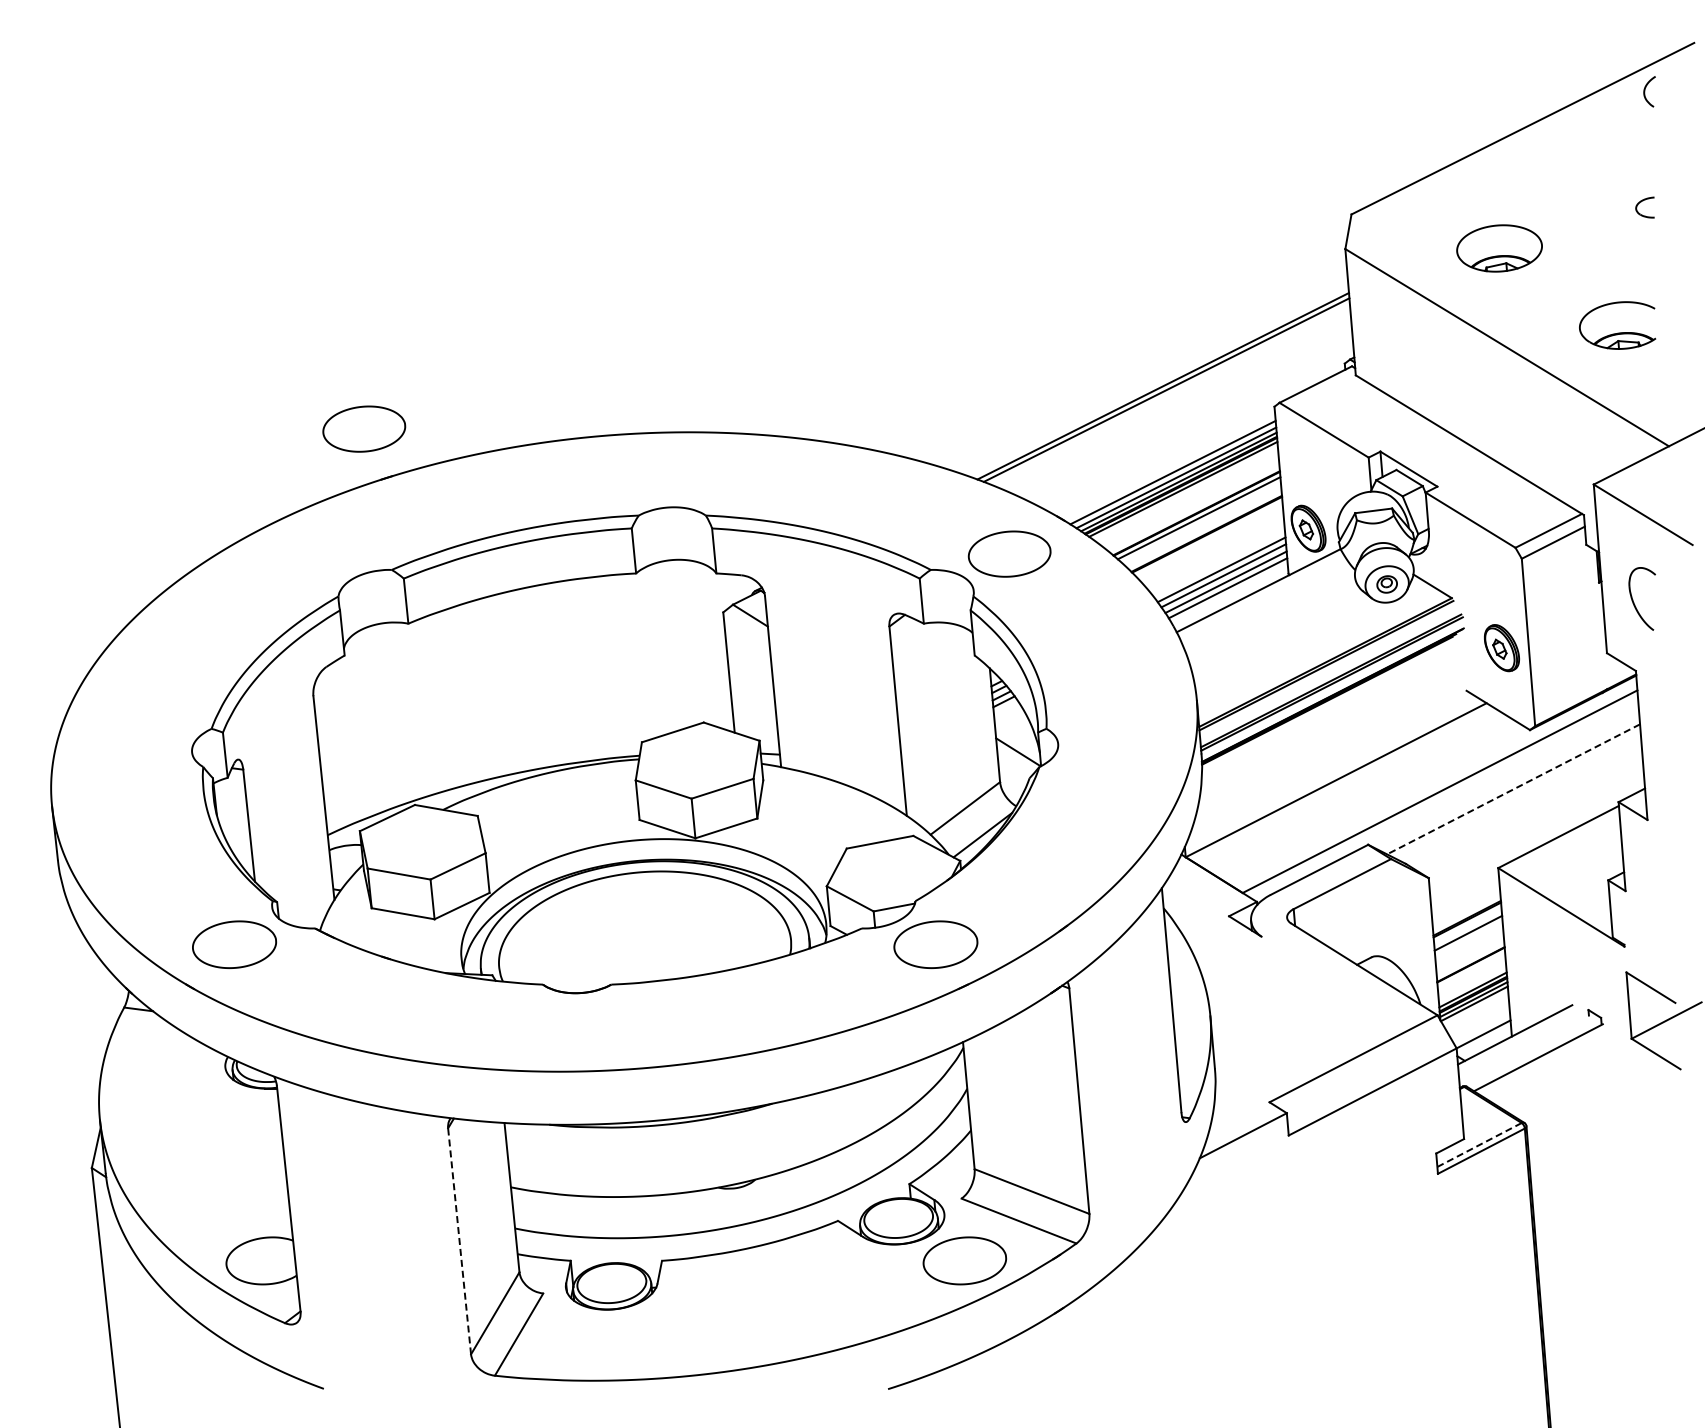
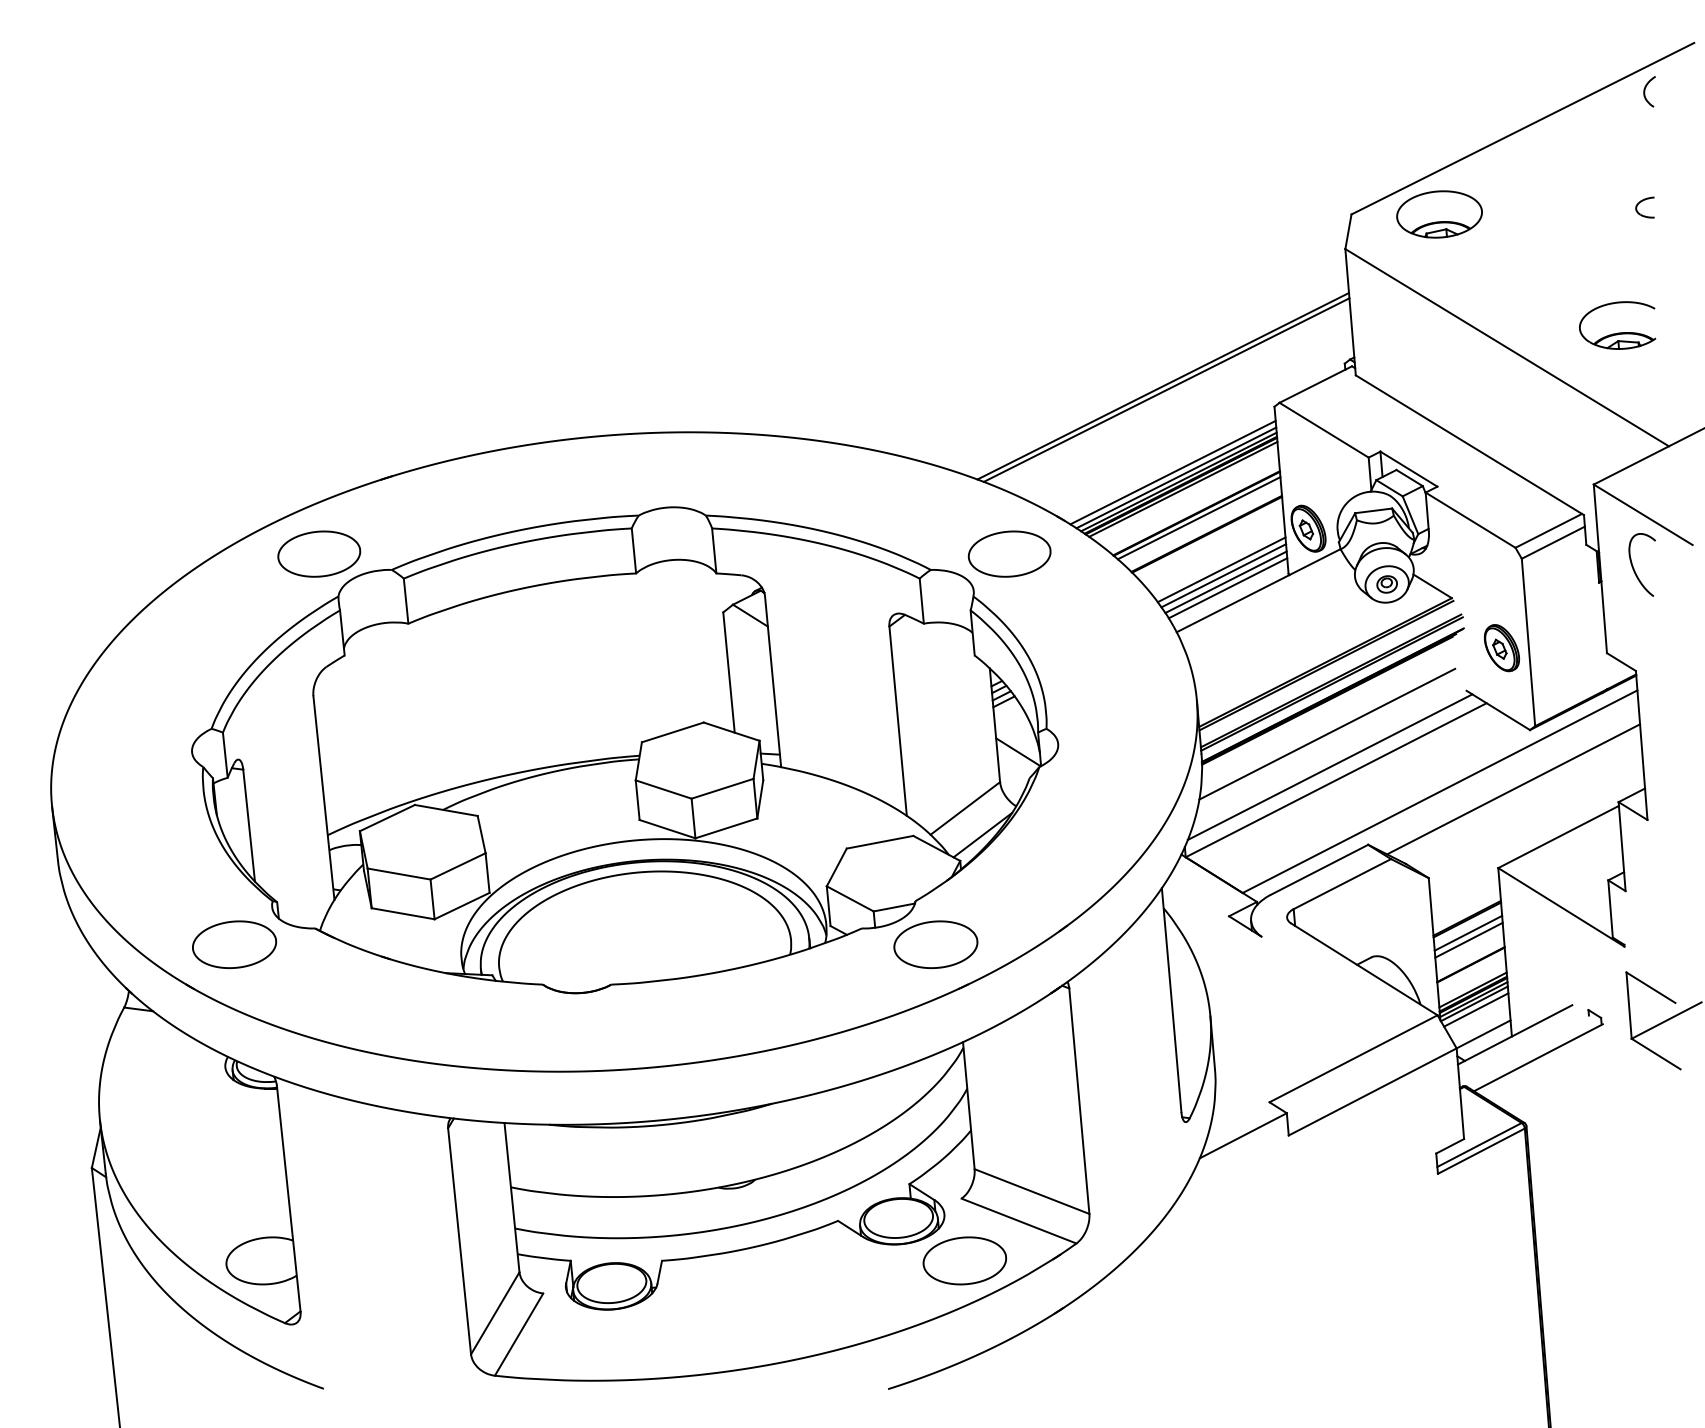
part at (1499, 248) position: (1499, 248) -> (1439, 214)
part at (364, 428) position: (364, 428) -> (319, 553)
part at (1633, 599) position: (1633, 599) -> (1633, 565)
line at (1327, 733): none -> present
line at (1329, 766): none -> present
line at (1513, 789): dashed -> solid
line at (1468, 939): none -> present
line at (1476, 1009): none -> present
line at (1479, 1145): dashed -> solid
line at (459, 1241): dashed -> solid
